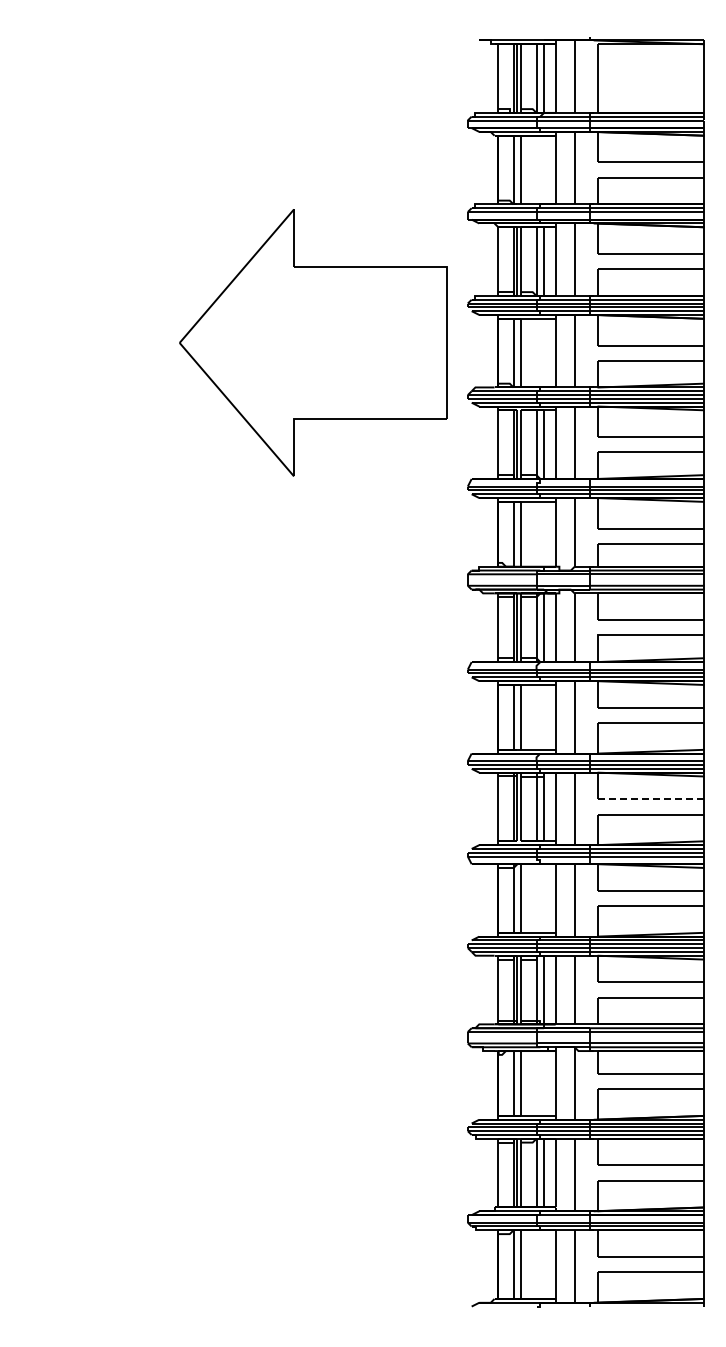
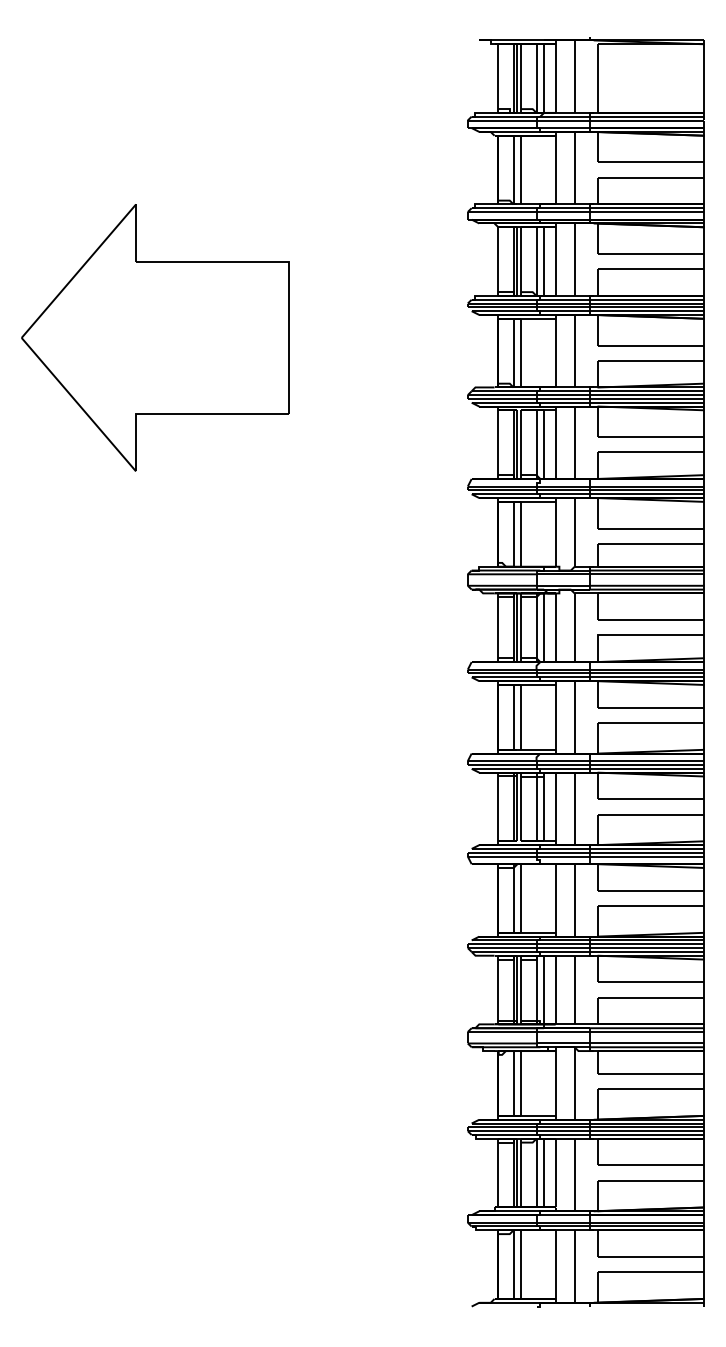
part at (313, 342) position: (313, 342) -> (155, 337)
line at (650, 799): dashed -> solid
